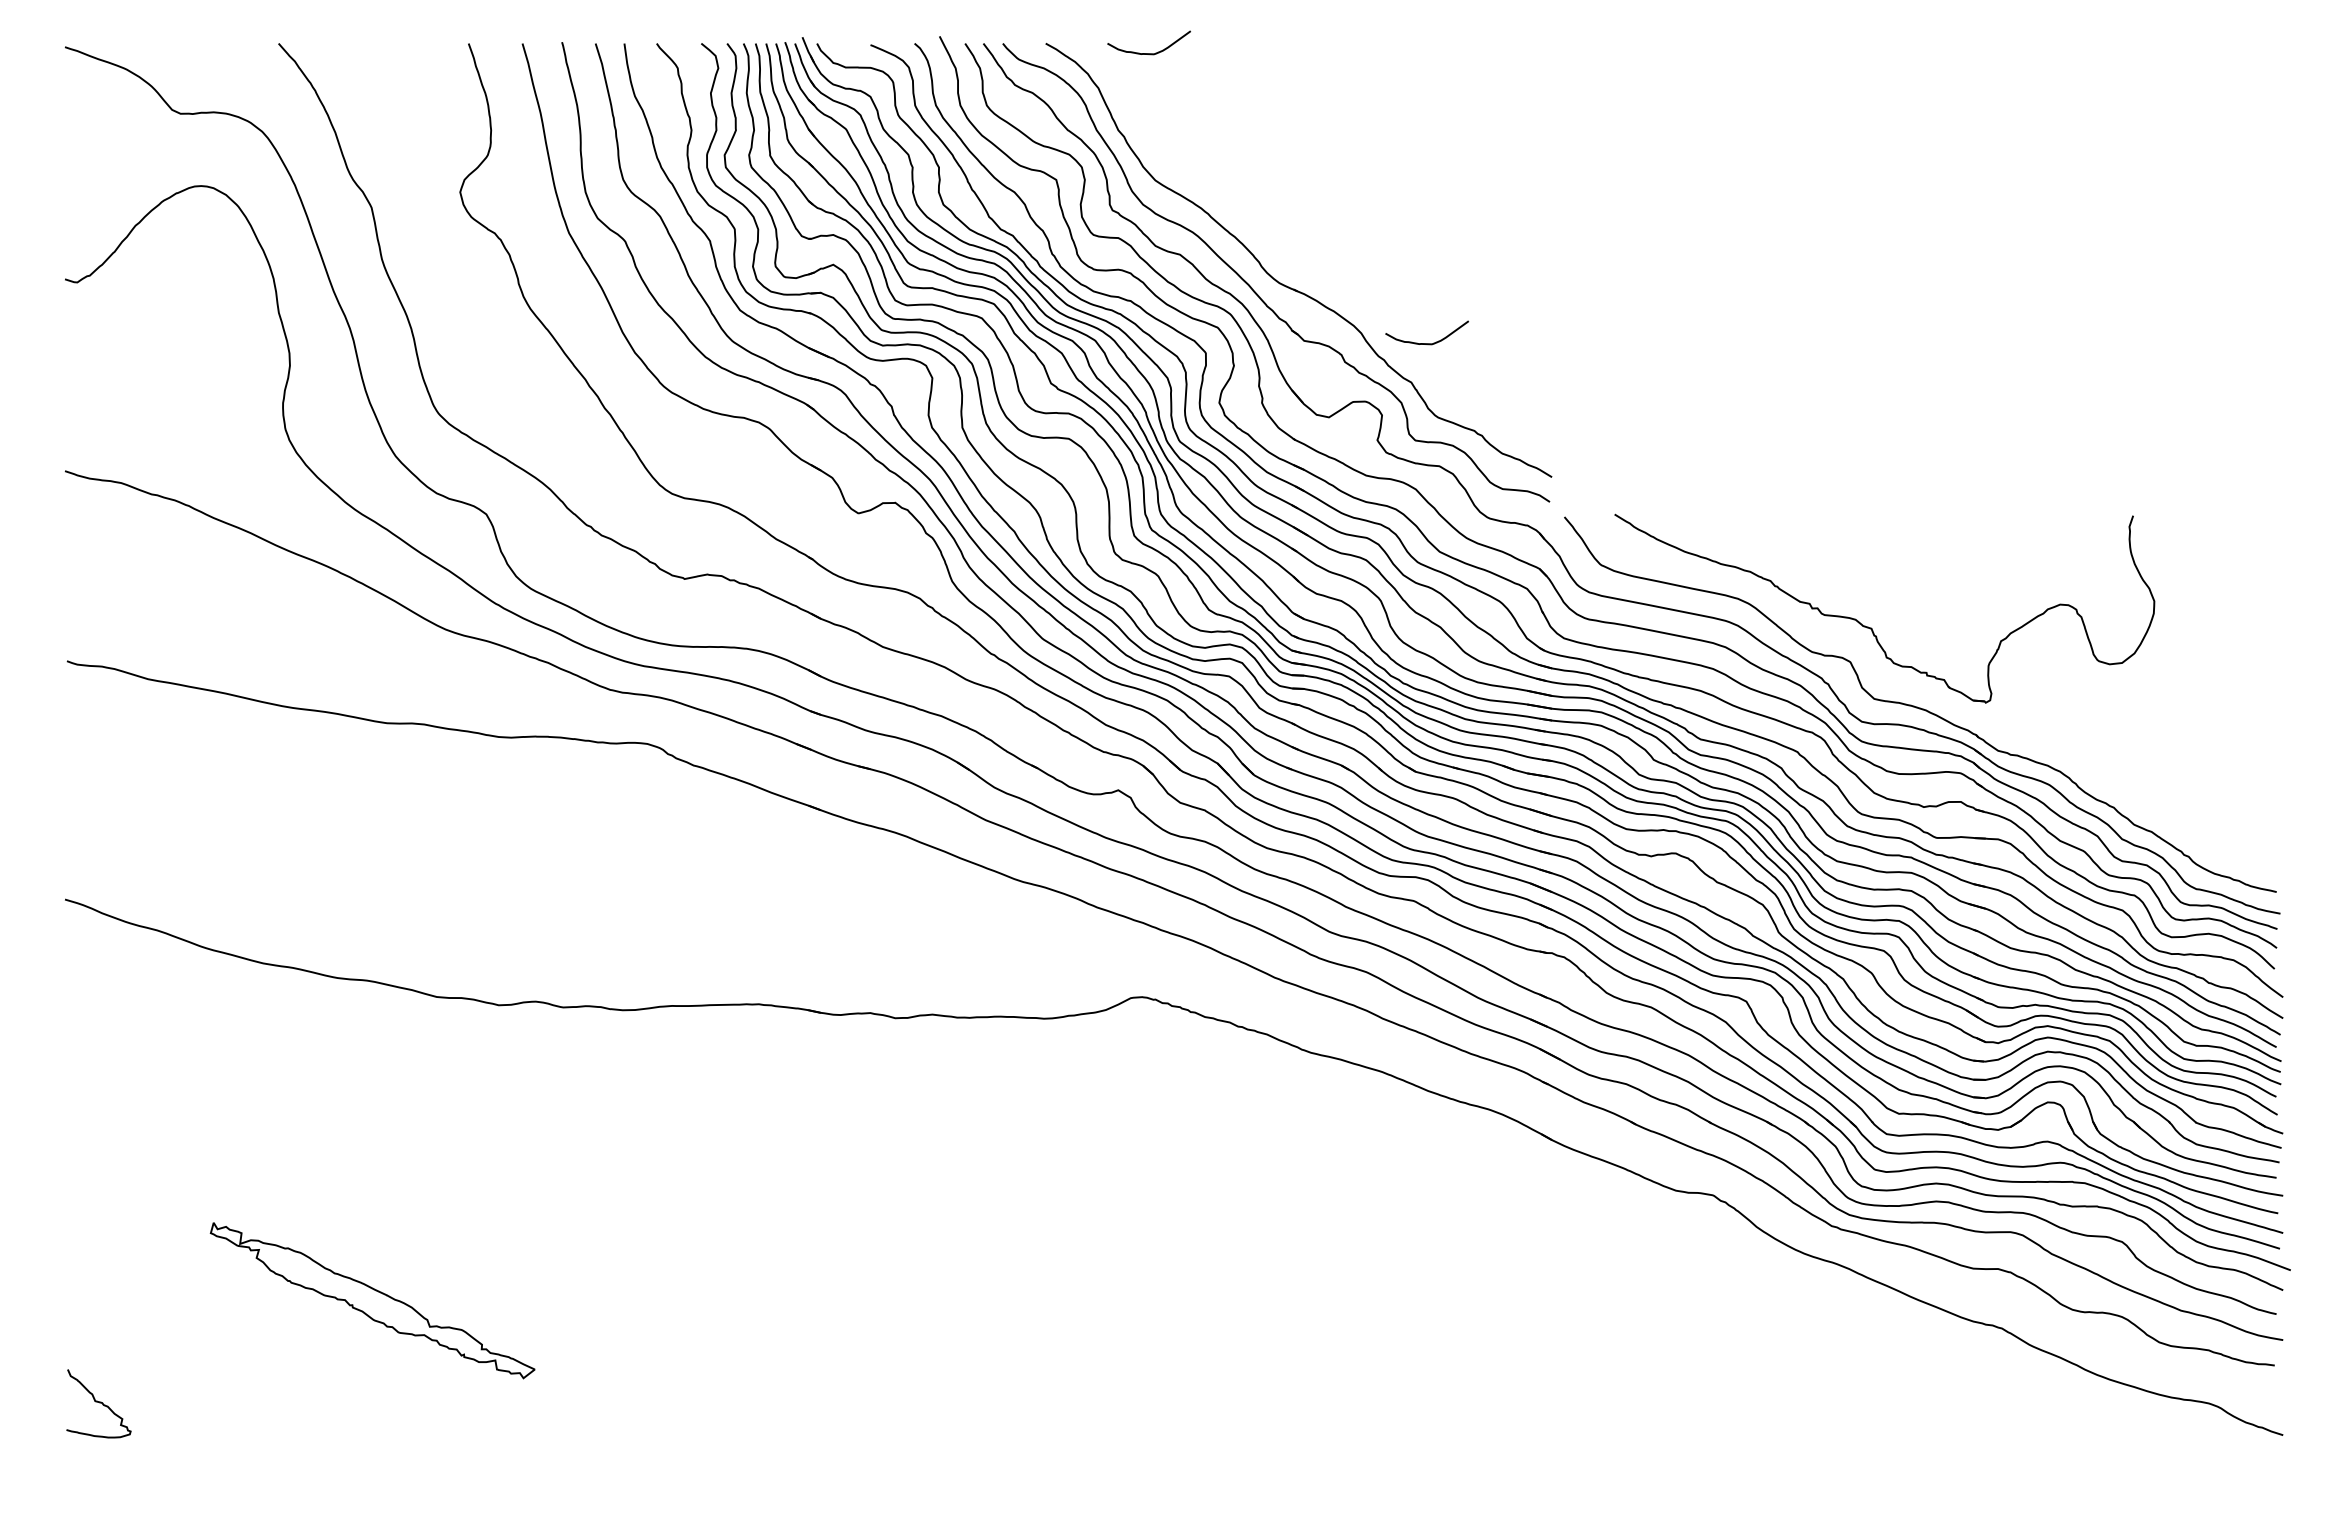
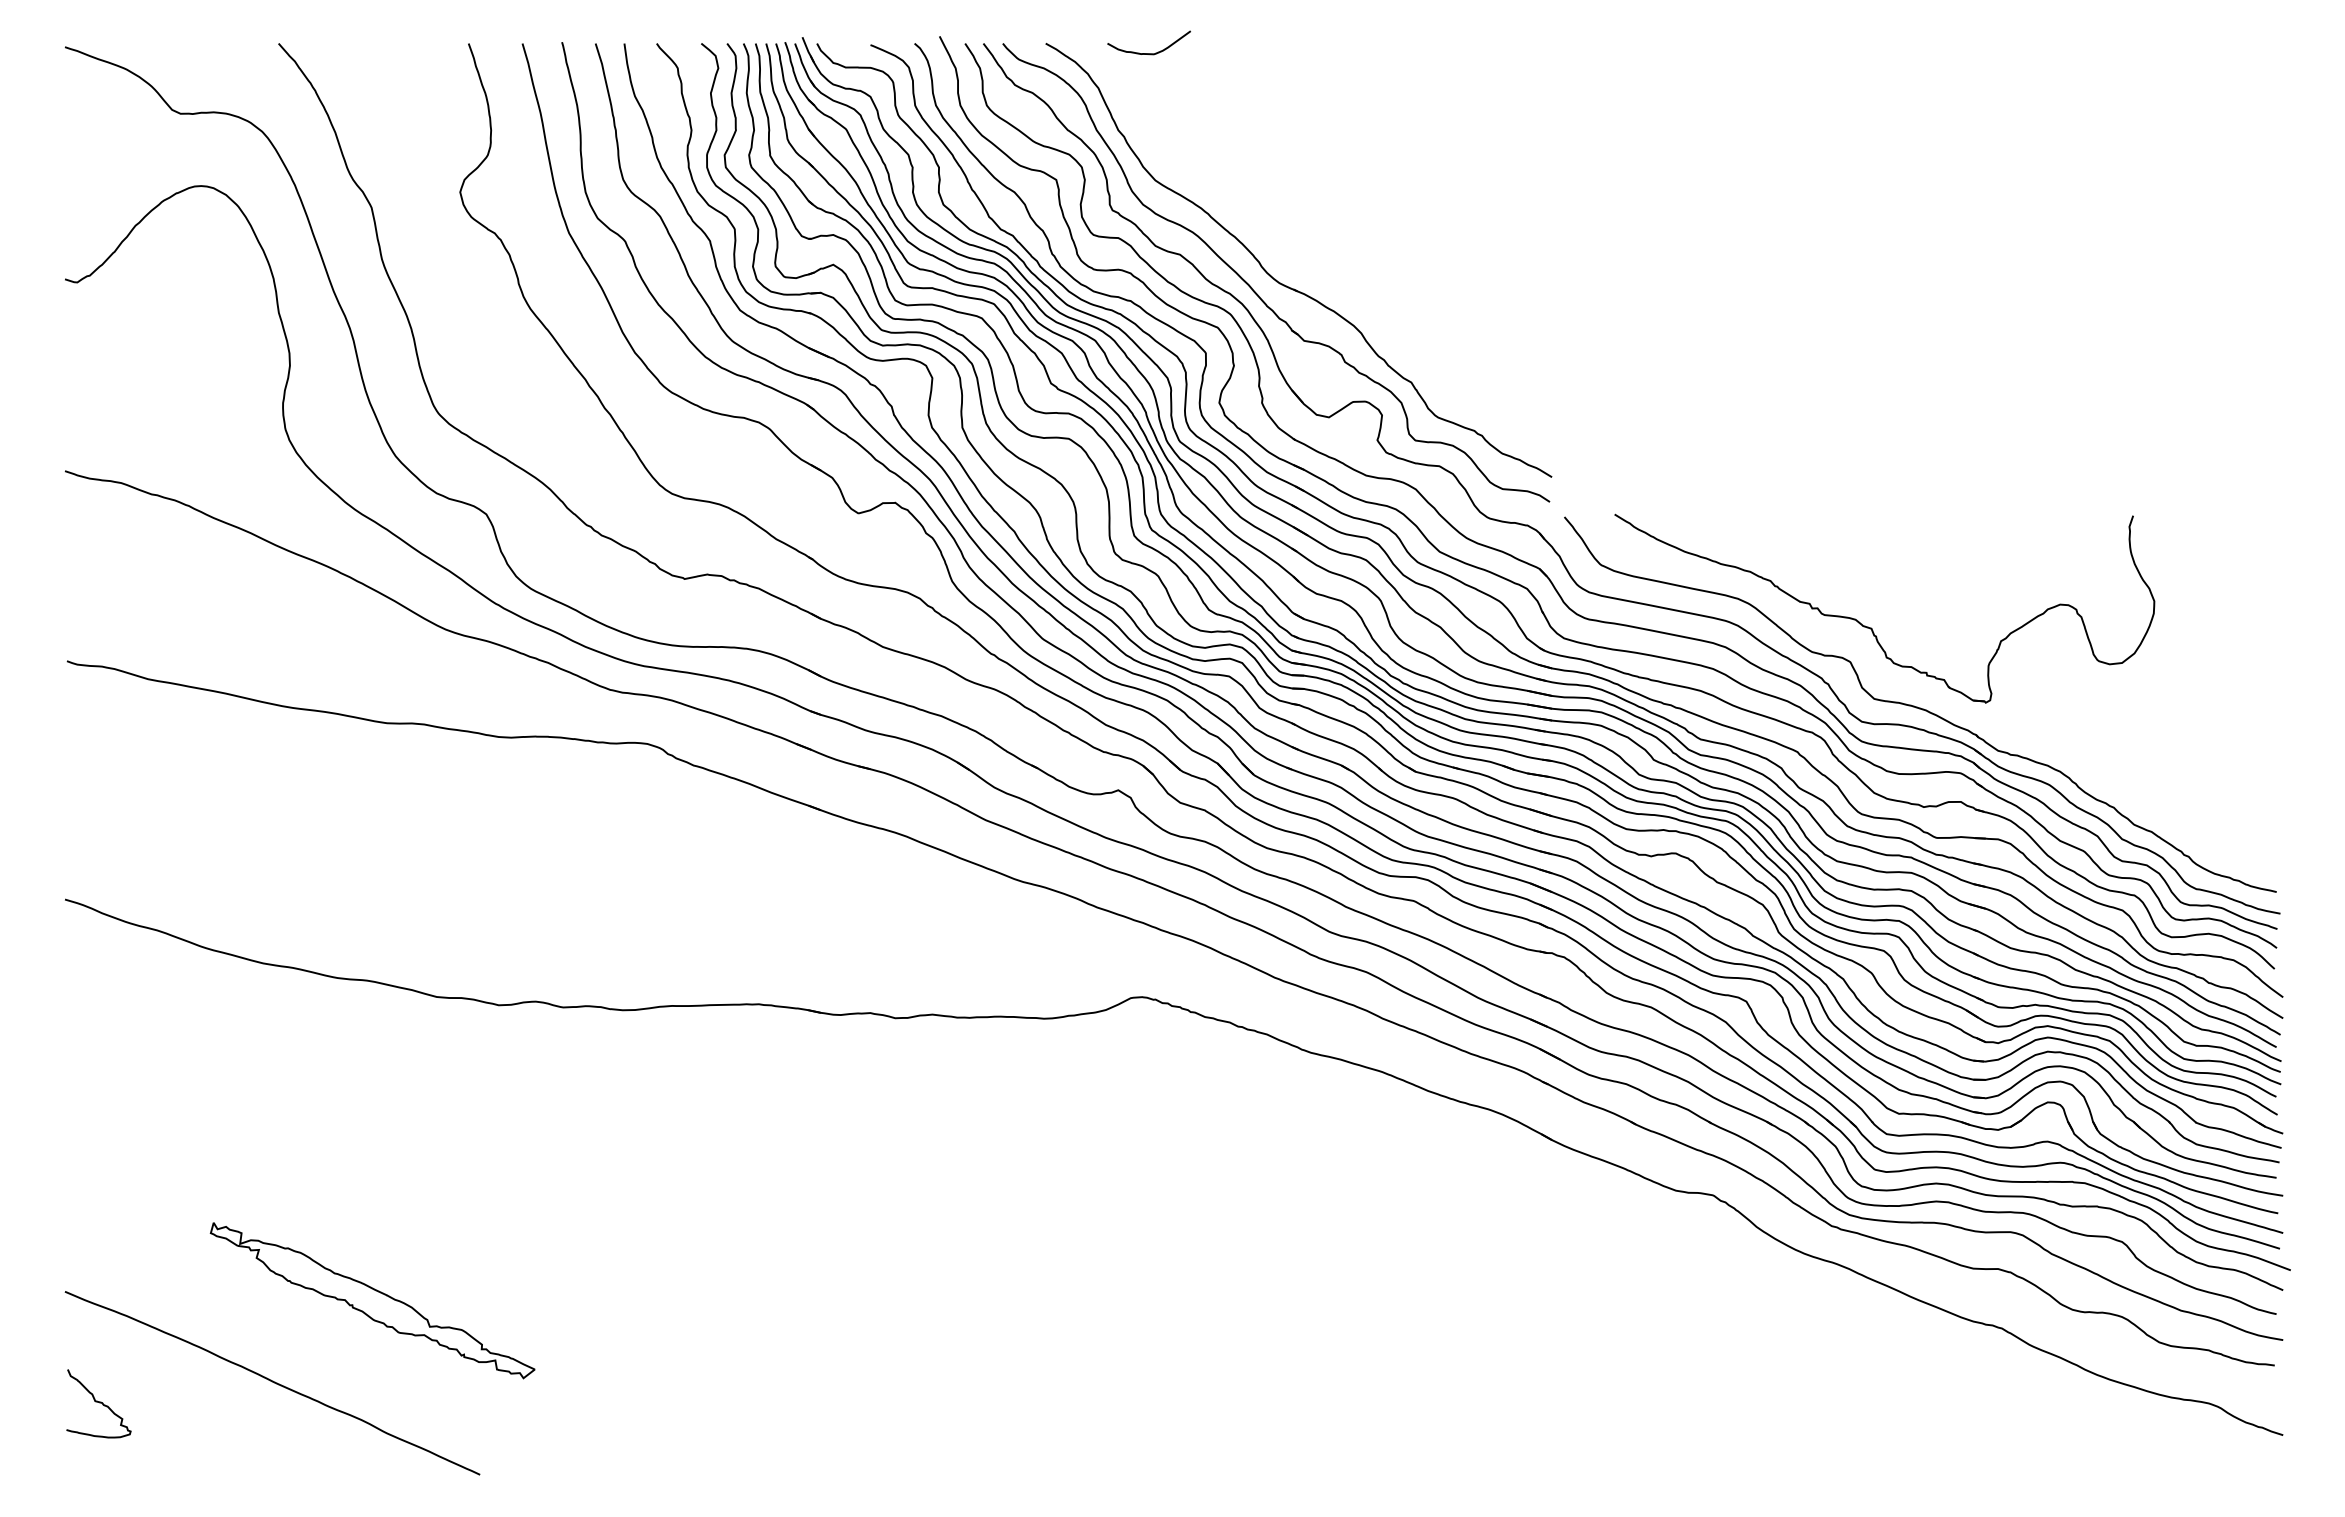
curve at (1426, 343): present -> none
curve at (272, 1382): none -> present
